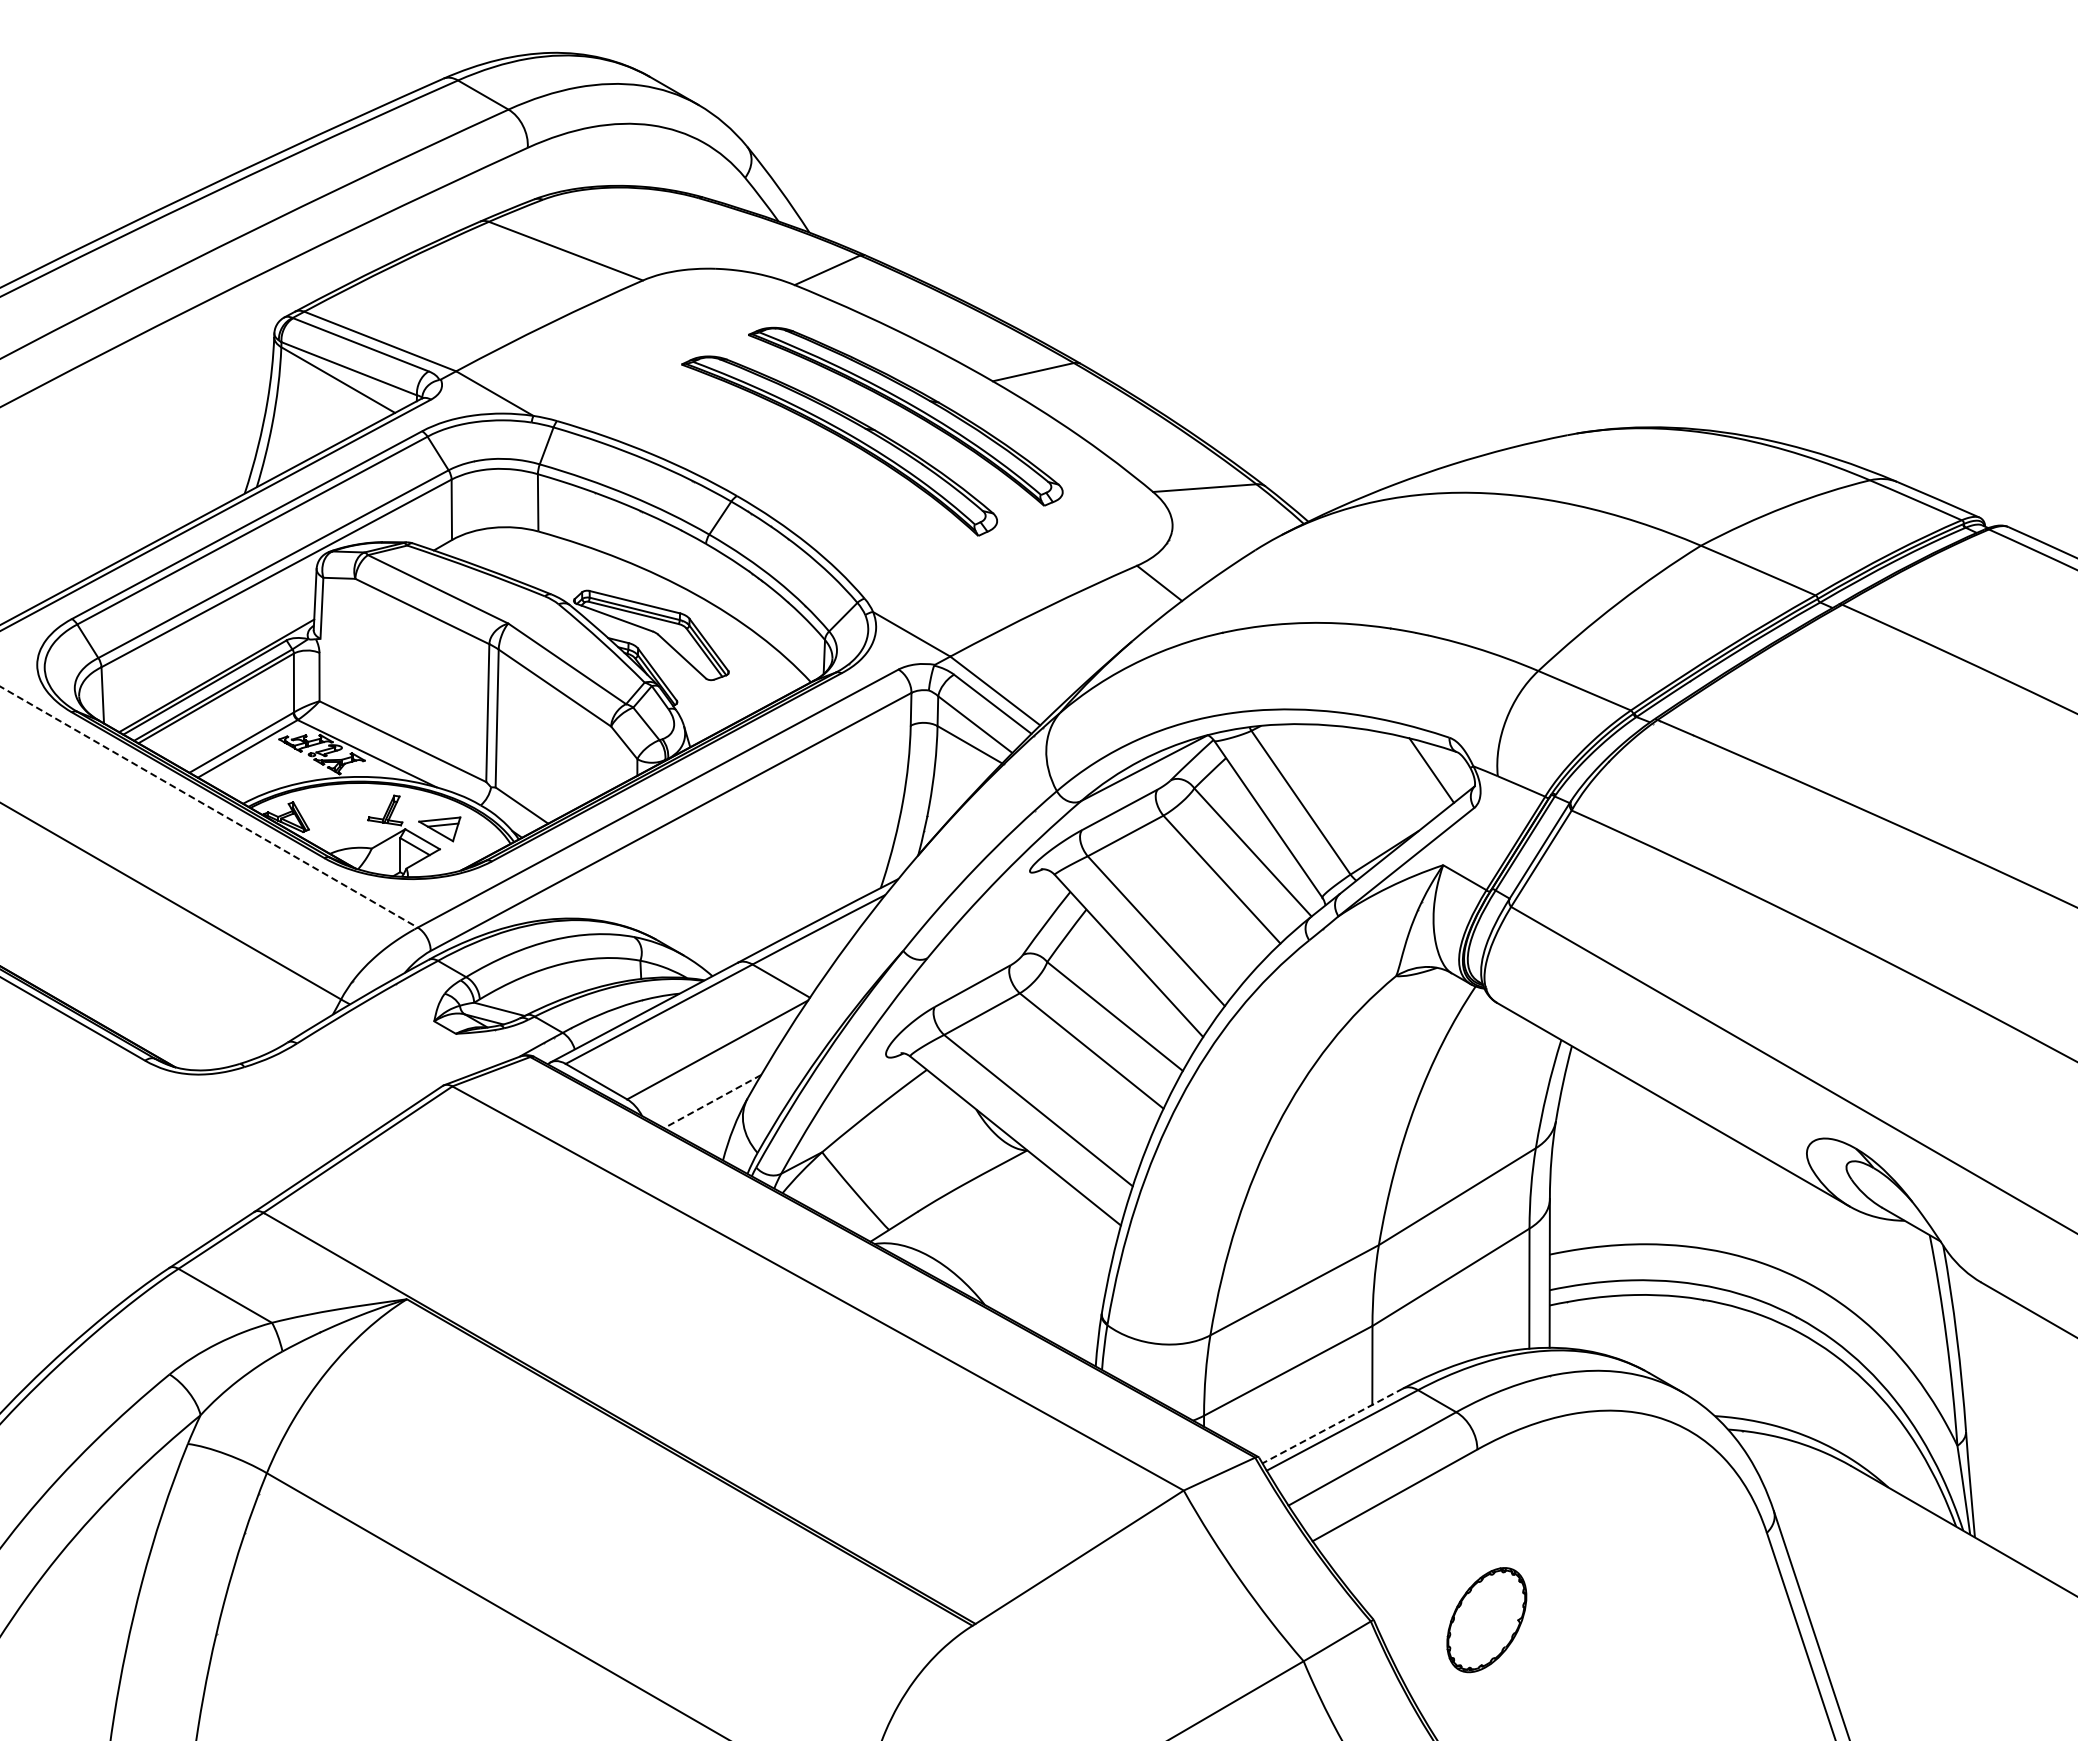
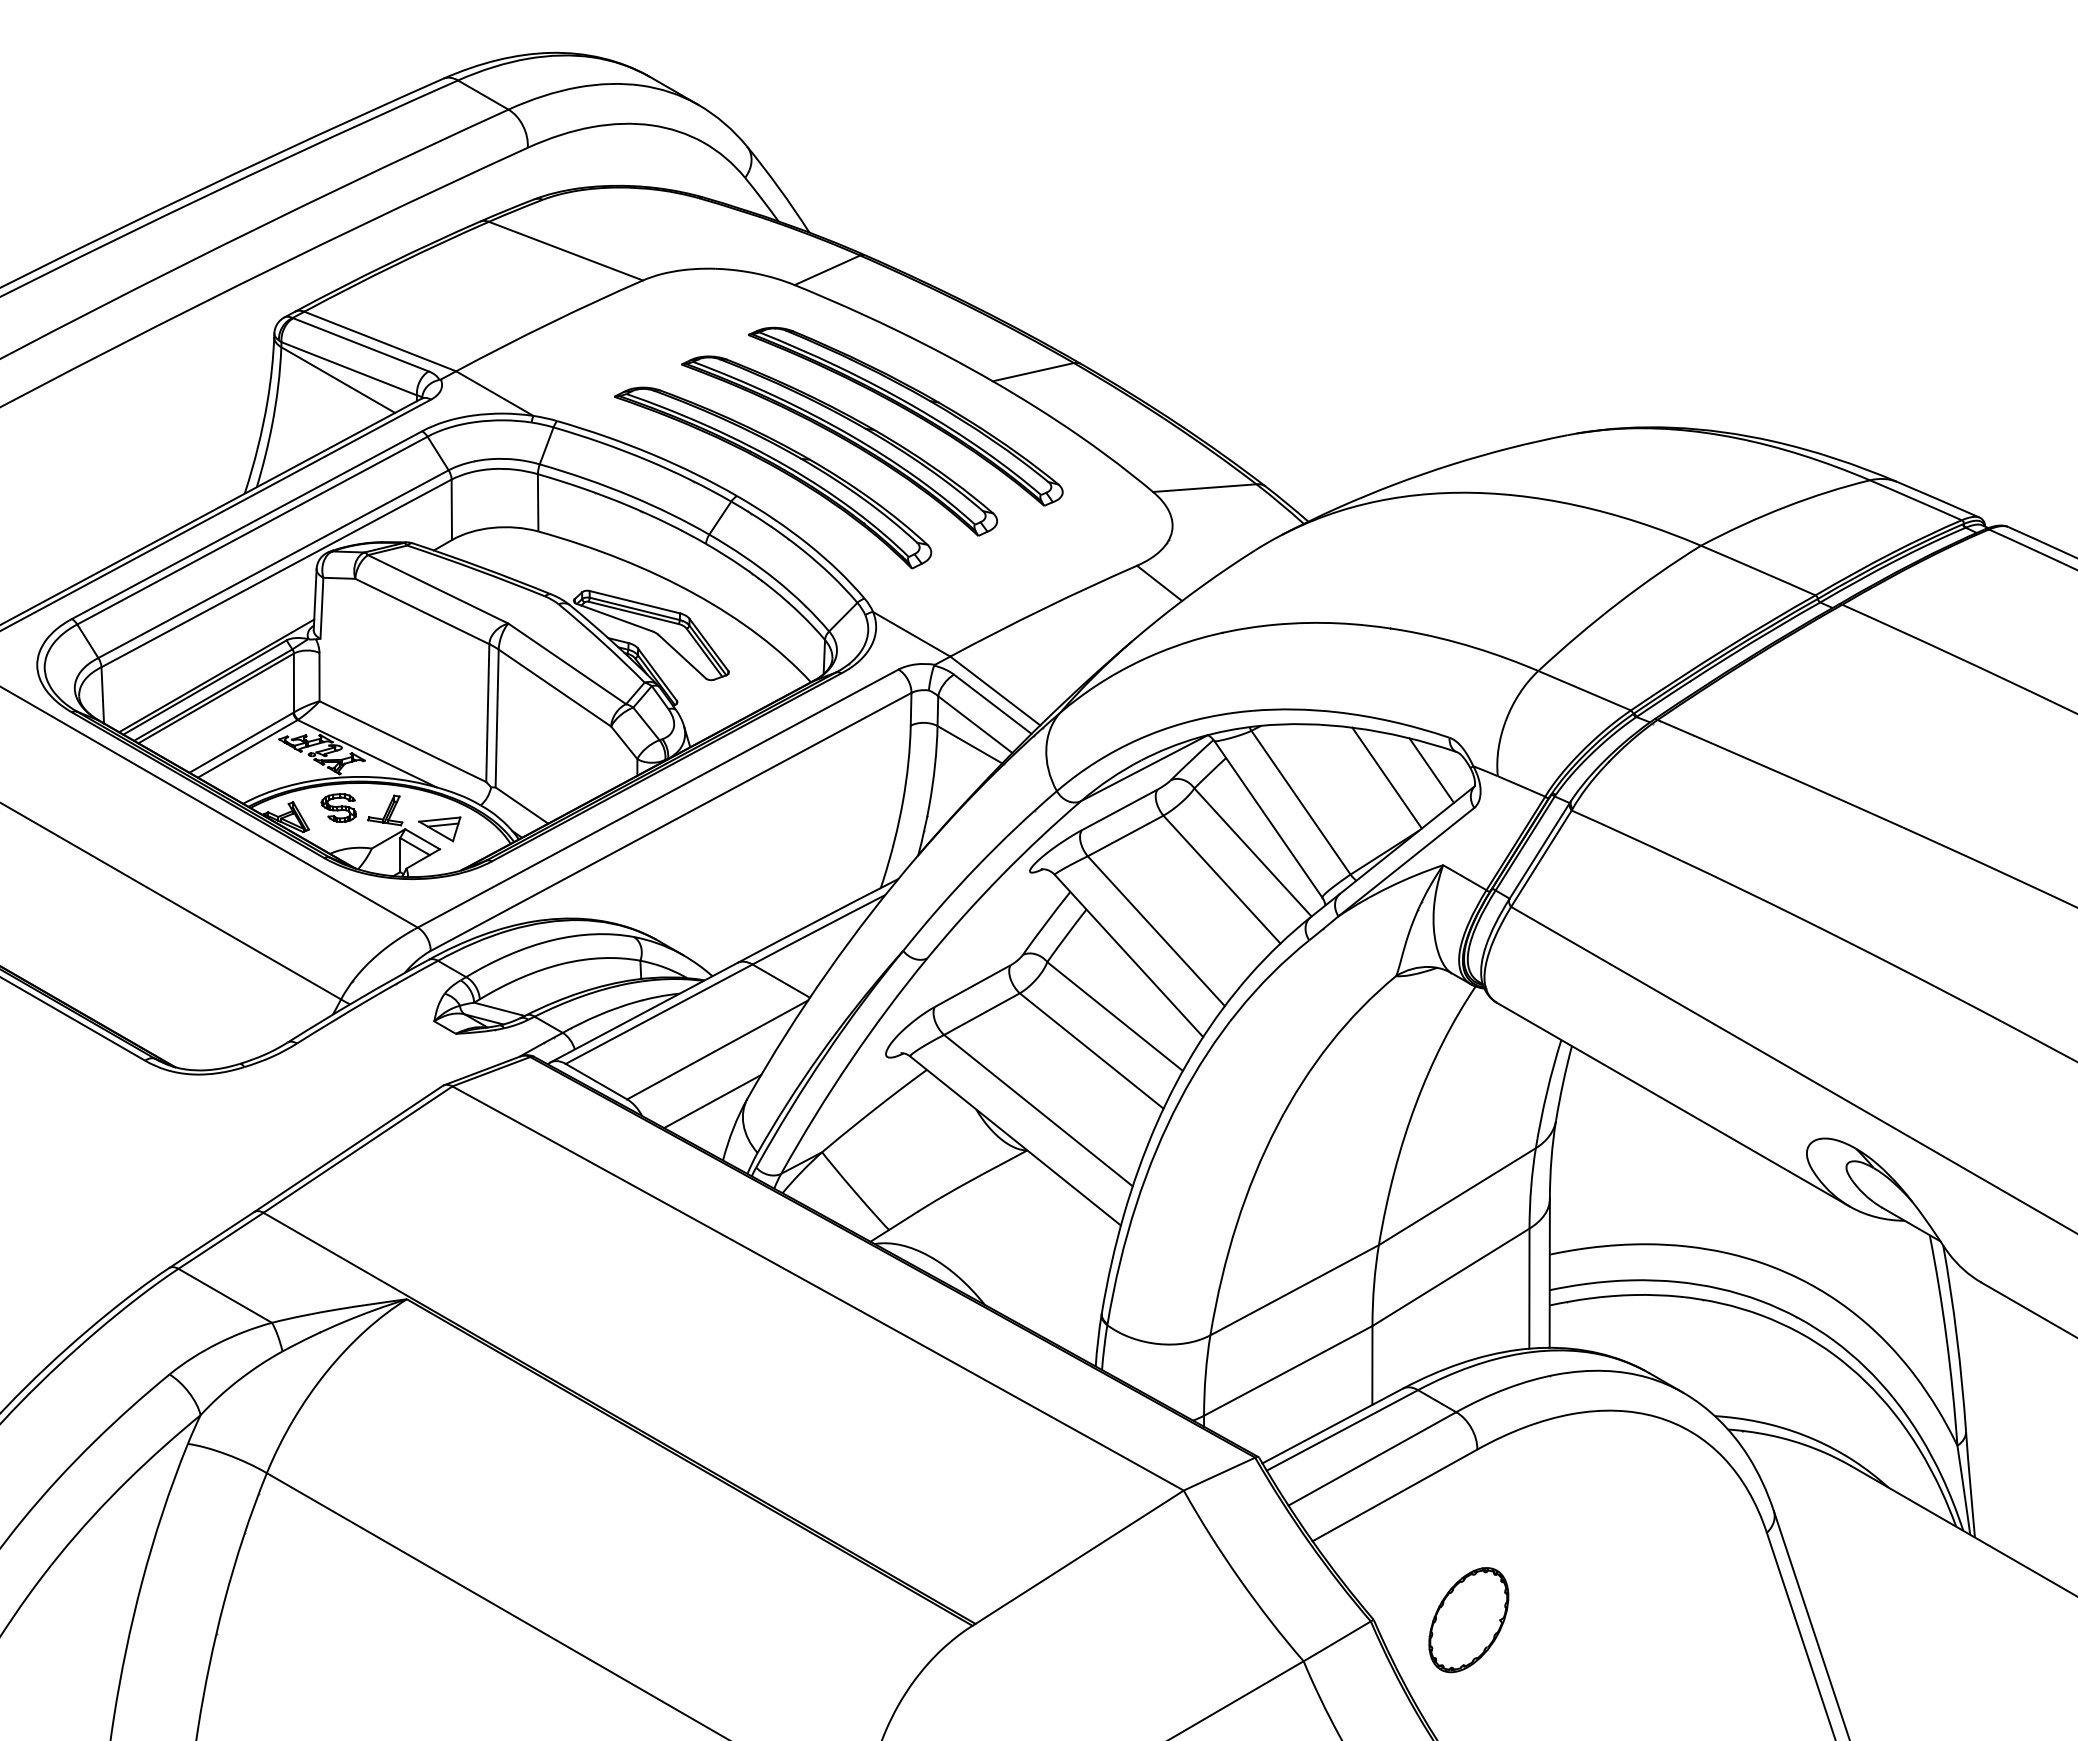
part at (778, 470): none -> present
line at (1386, 777): none -> present
line at (209, 807): dashed -> solid
part at (338, 807): none -> present
line at (712, 1101): dashed -> solid
line at (1332, 1425): dashed -> solid
part at (1486, 1620) position: (1486, 1620) -> (1468, 1620)
